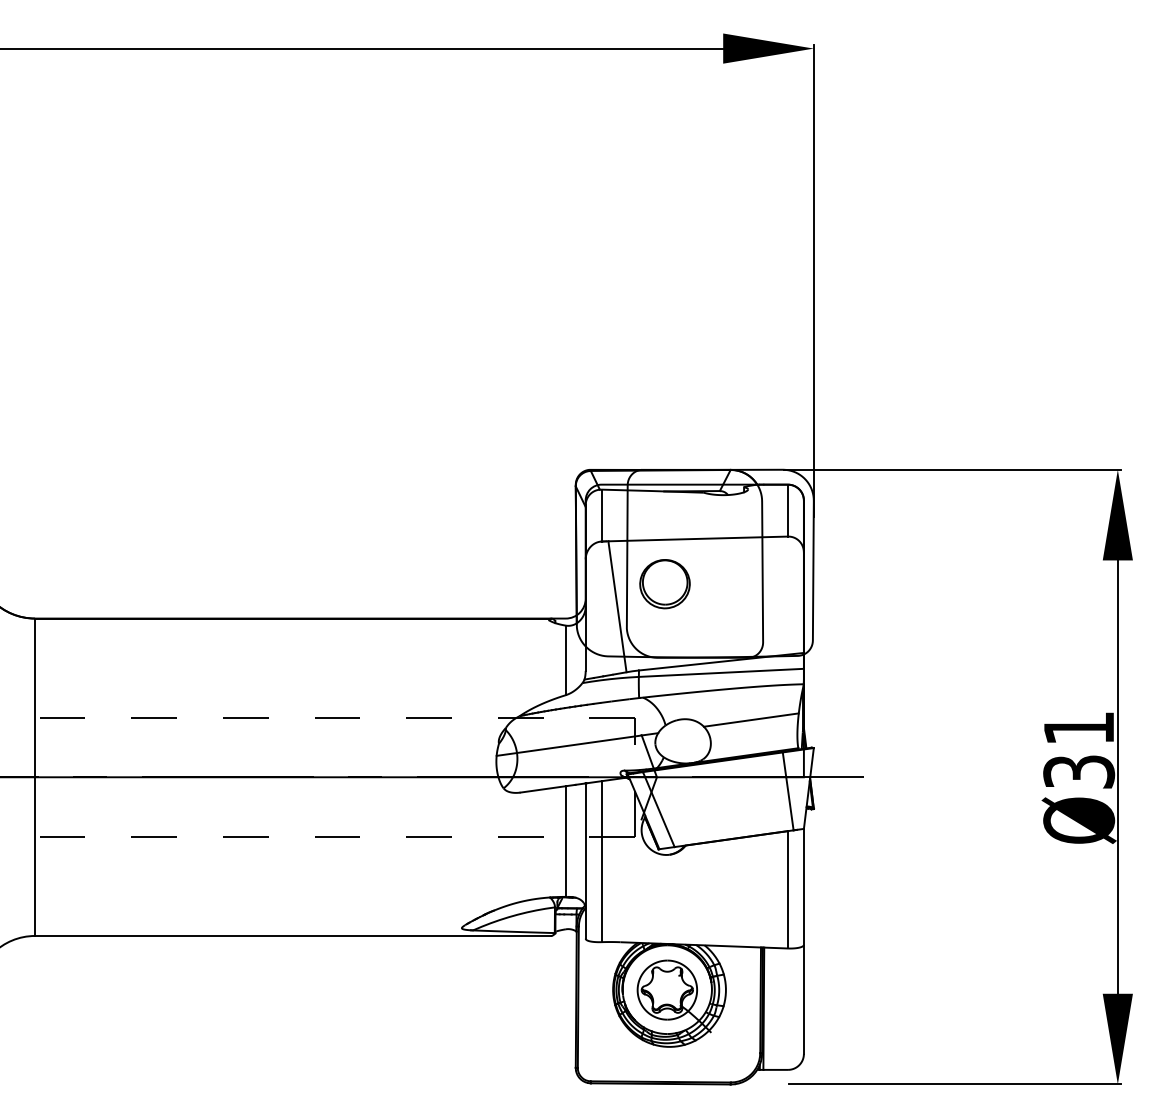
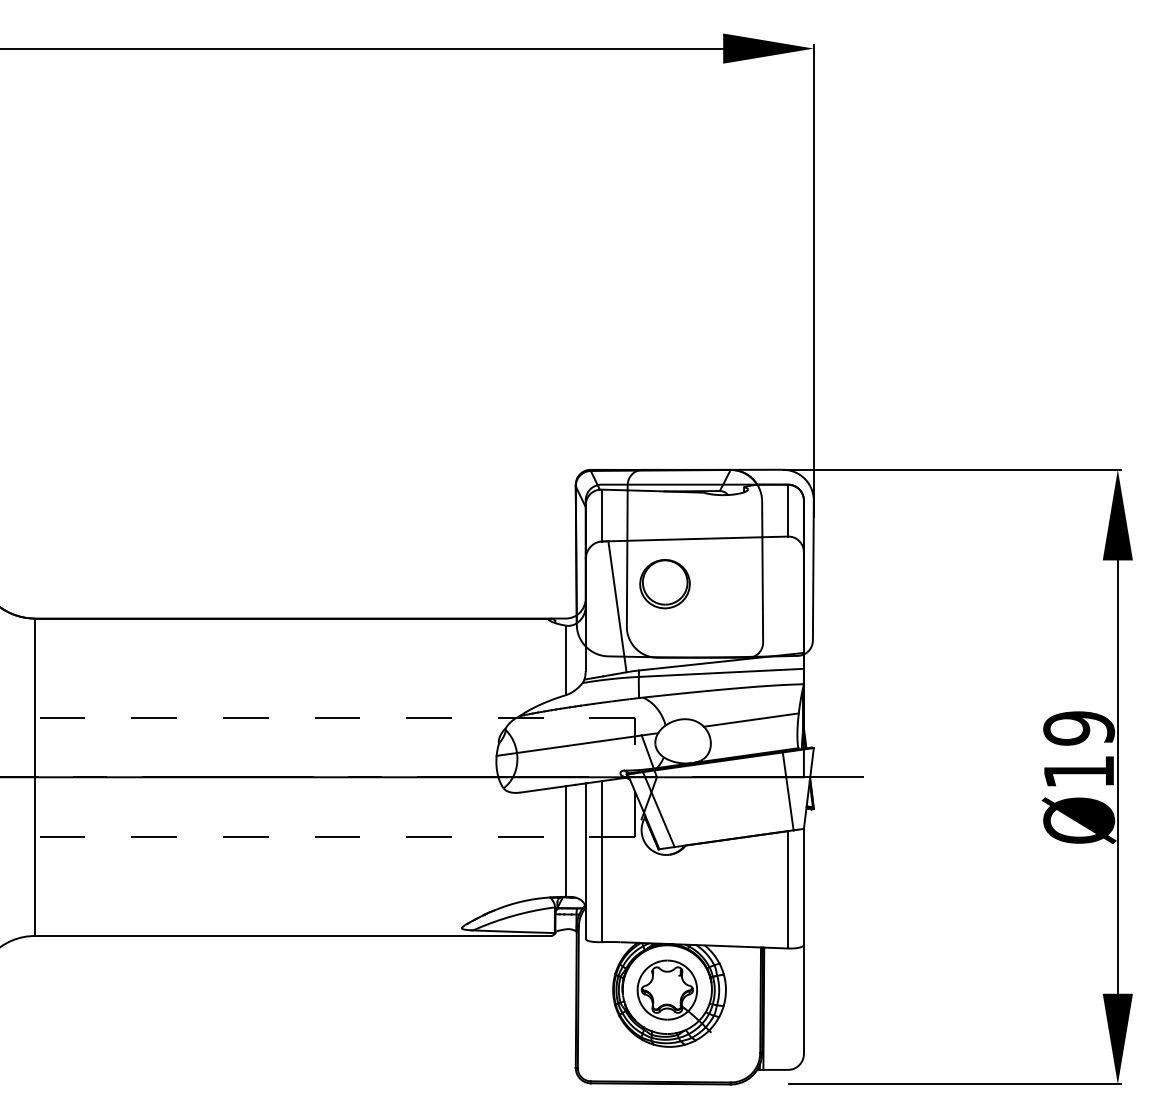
text at (1079, 749): Ø31 -> Ø19
